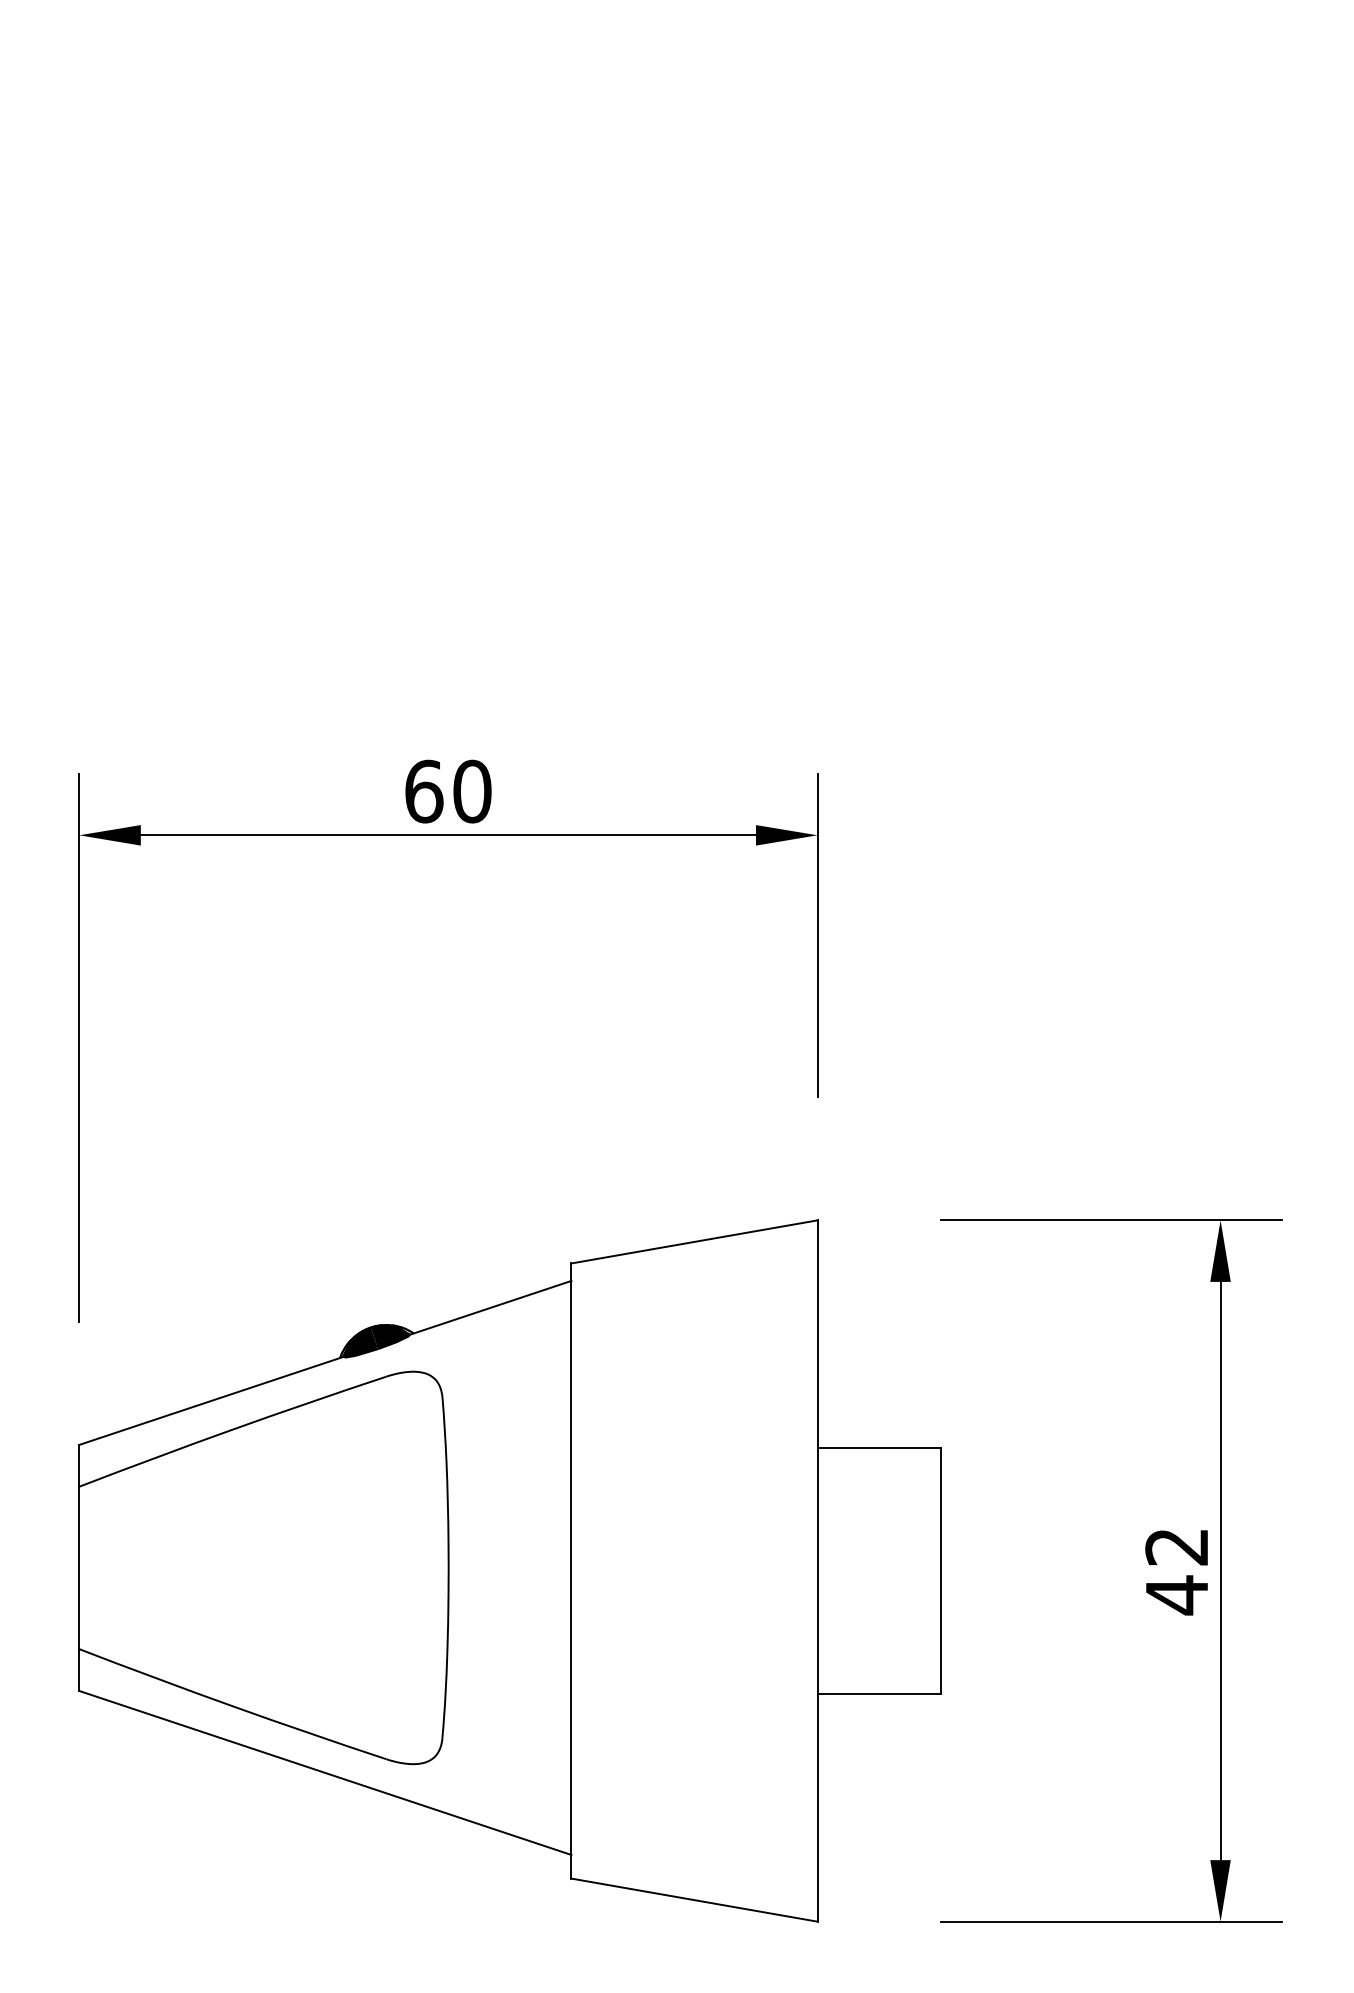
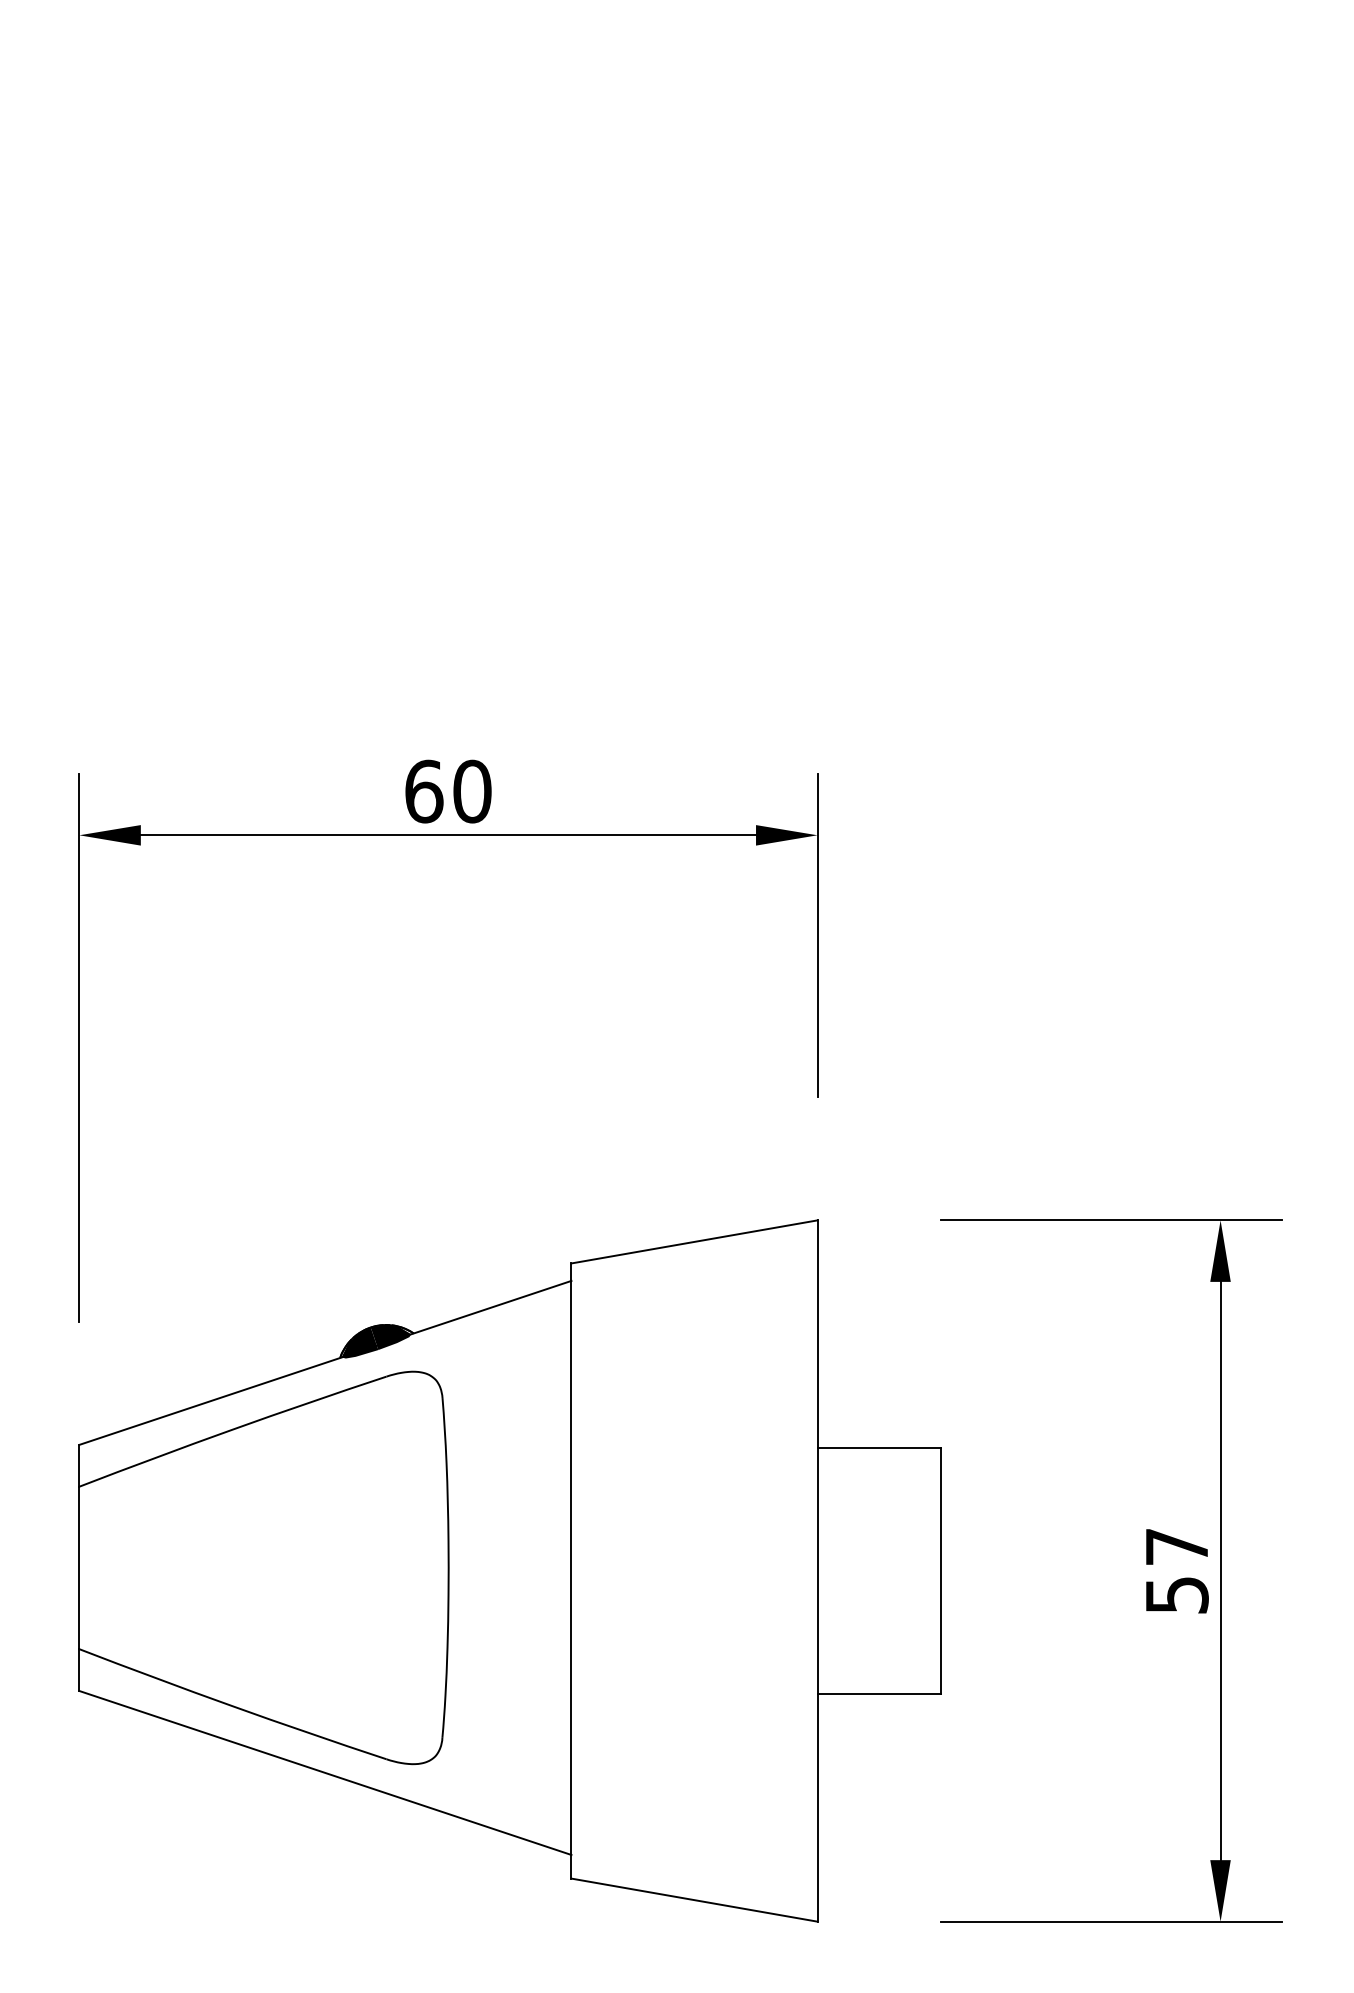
text at (1176, 1572): 42 -> 57
